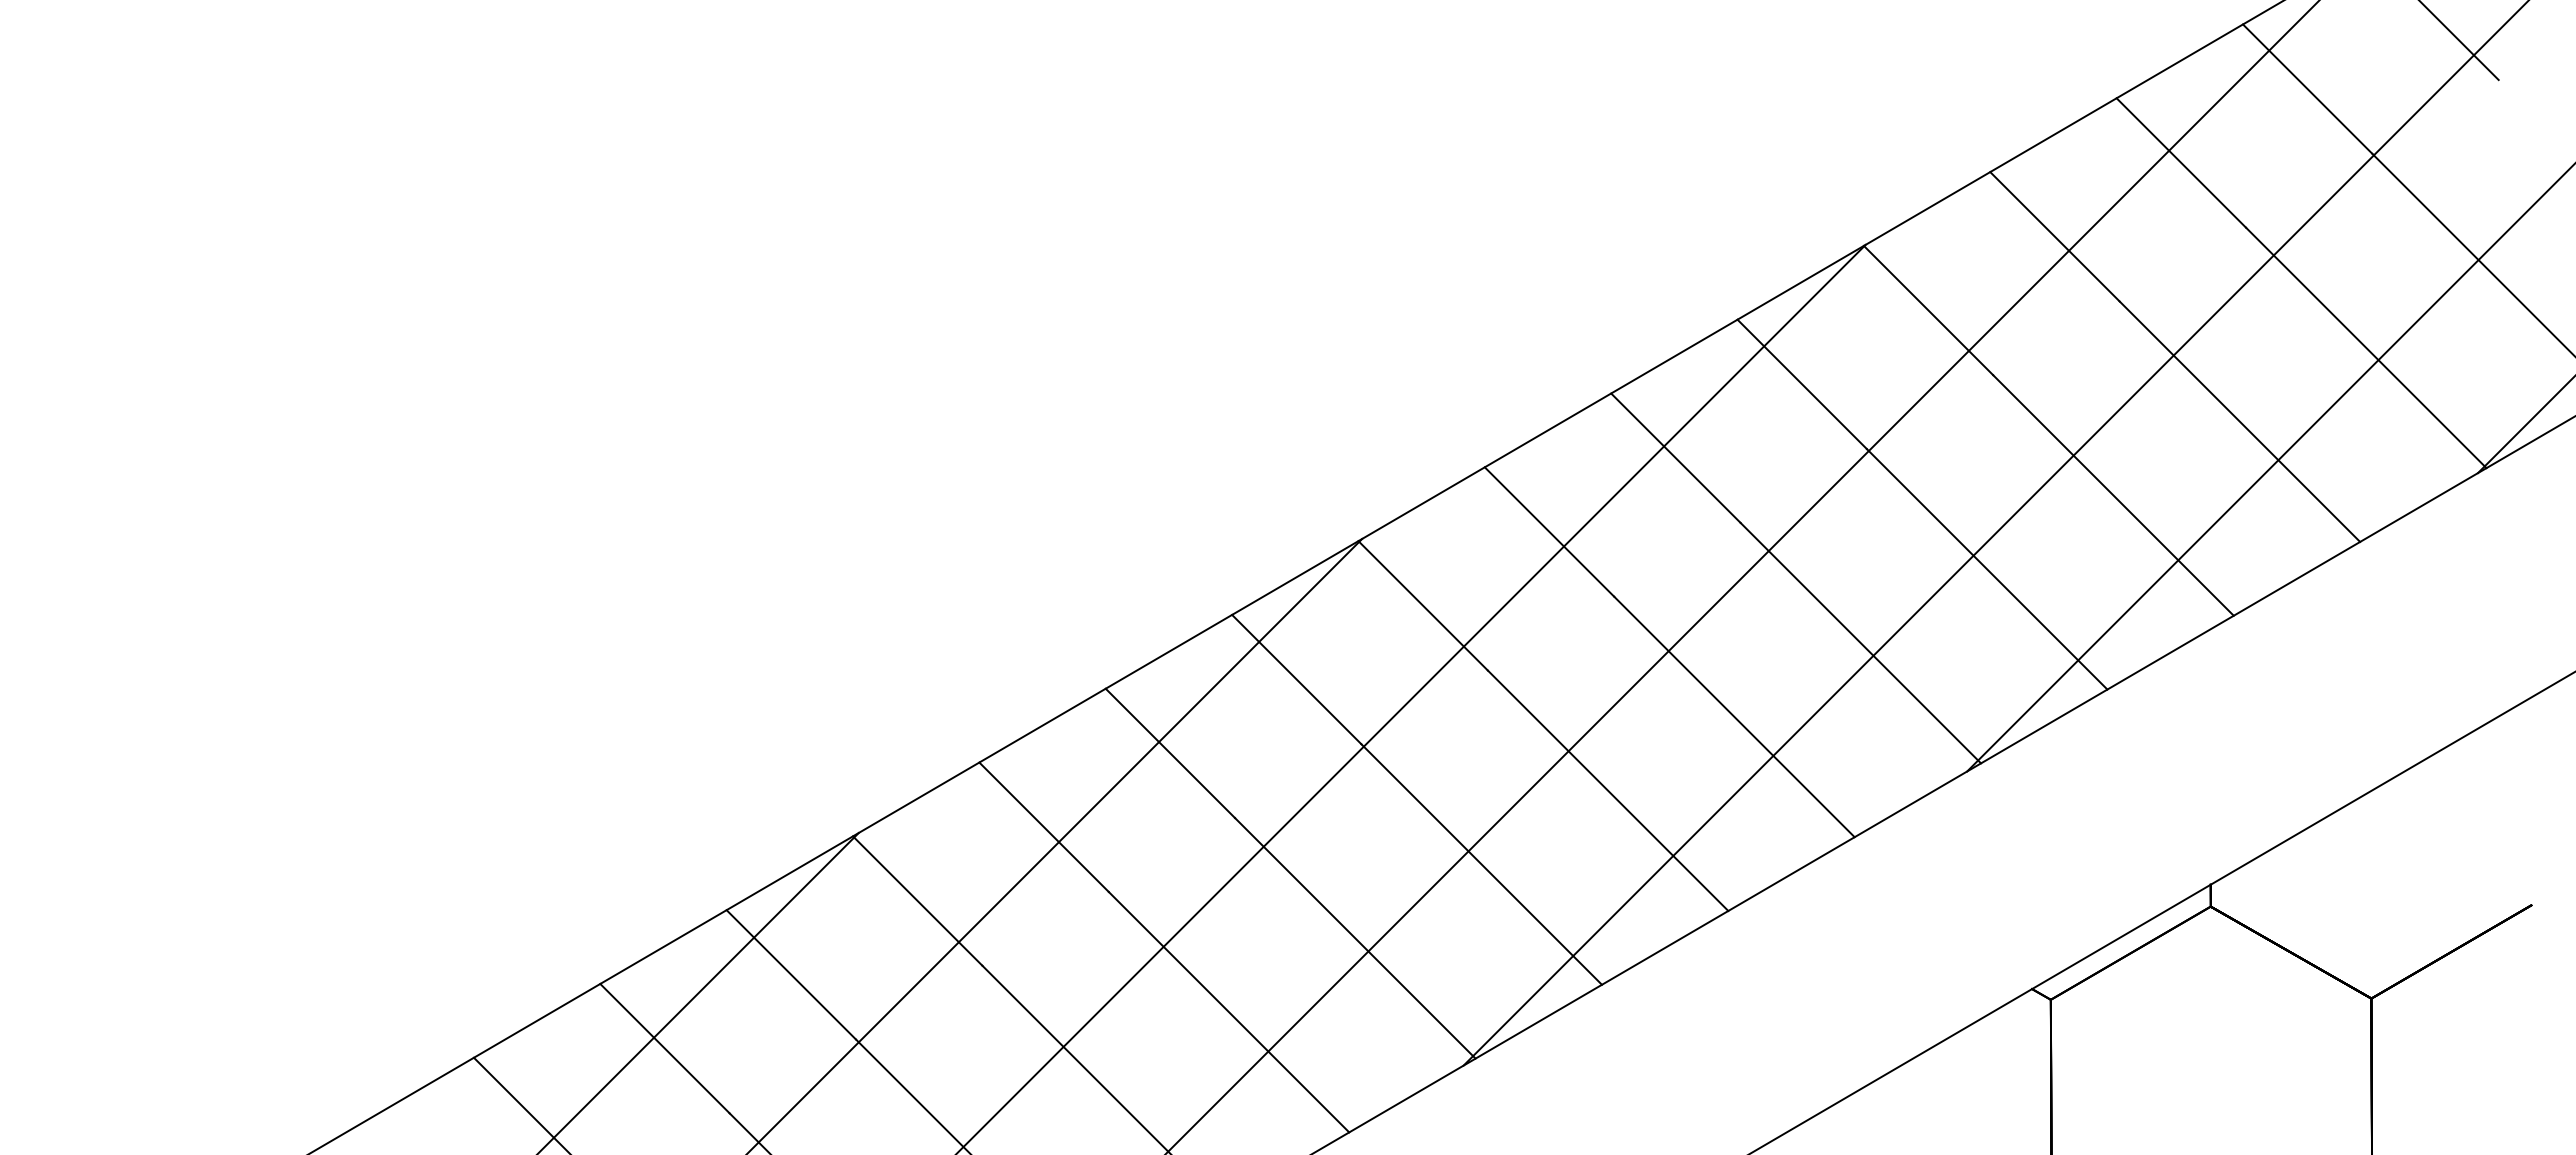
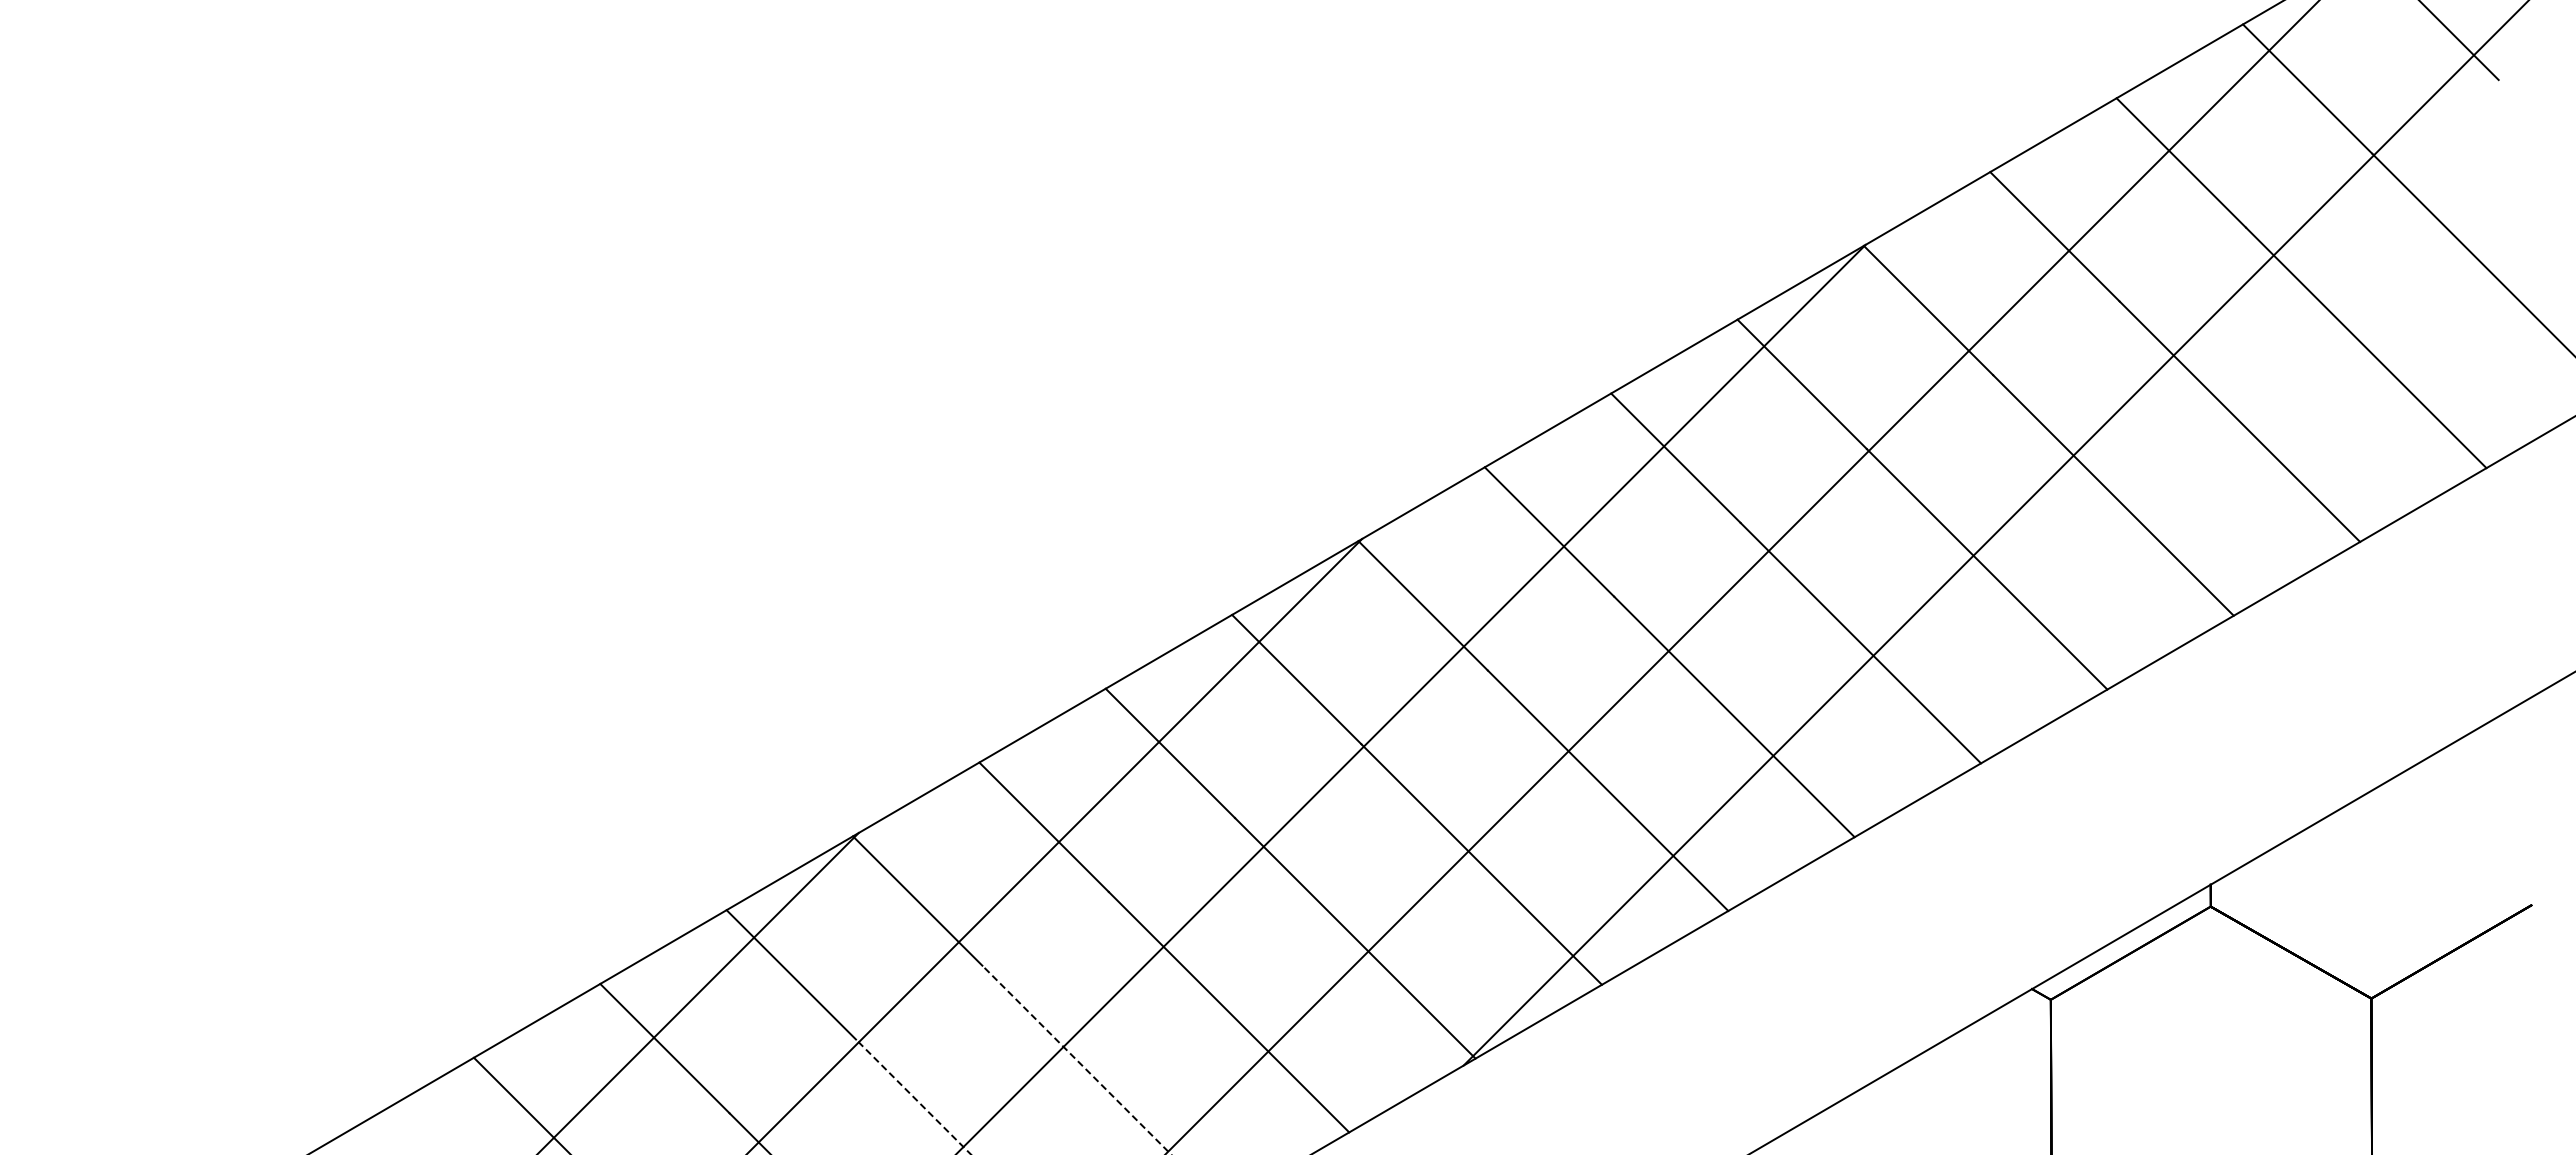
line at (2524, 425): present -> none
line at (2269, 468): present -> none
line at (1076, 1060): solid -> dashed
line at (913, 1096): solid -> dashed
